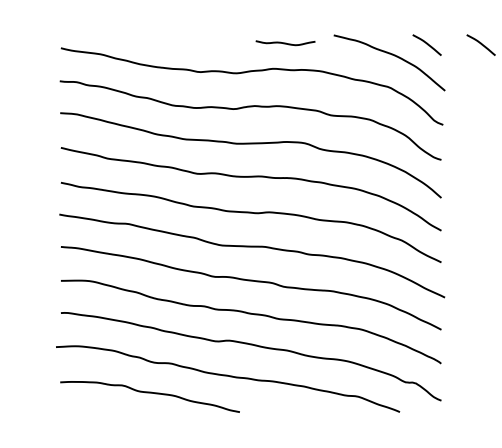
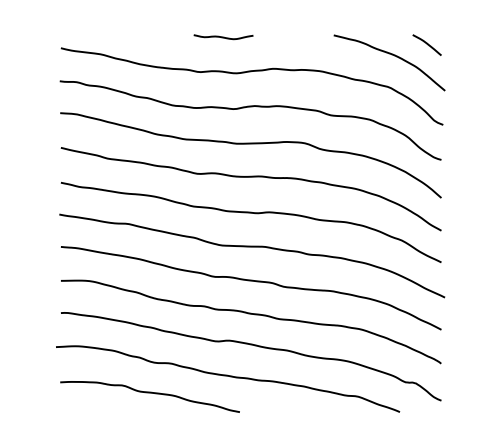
curve at (285, 43) position: (285, 43) -> (223, 37)
curve at (480, 44): present -> none
